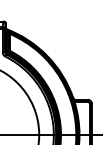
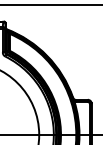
line at (50, 5): none -> present
